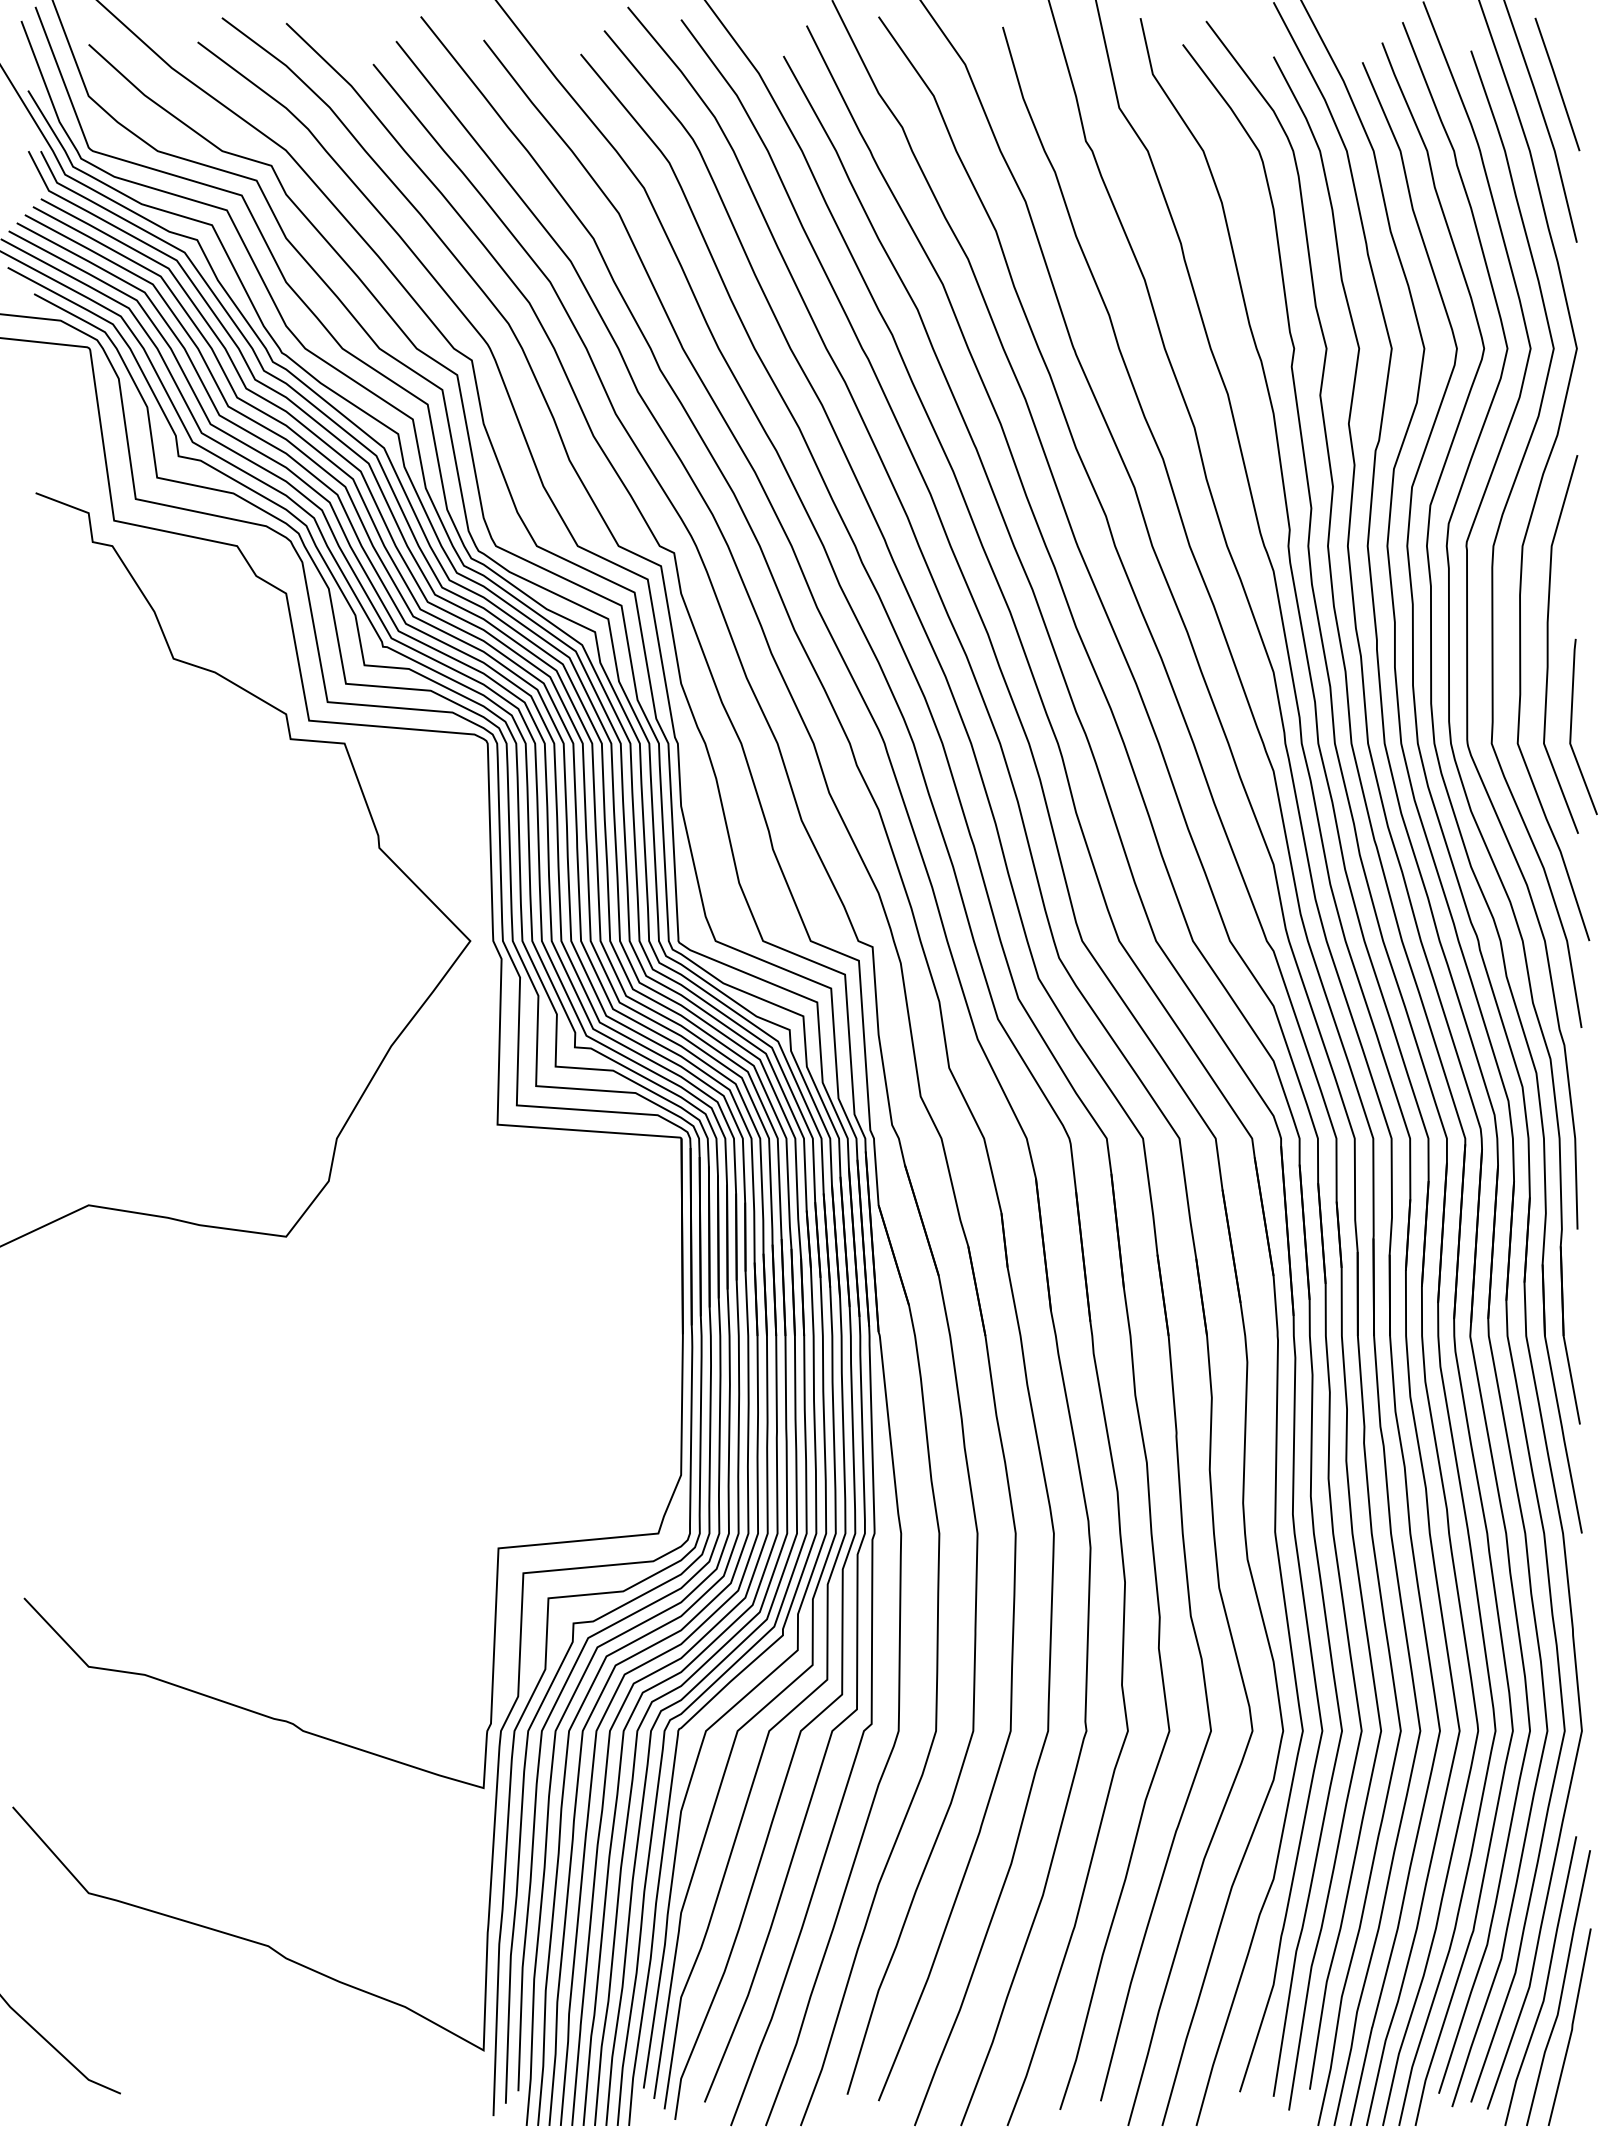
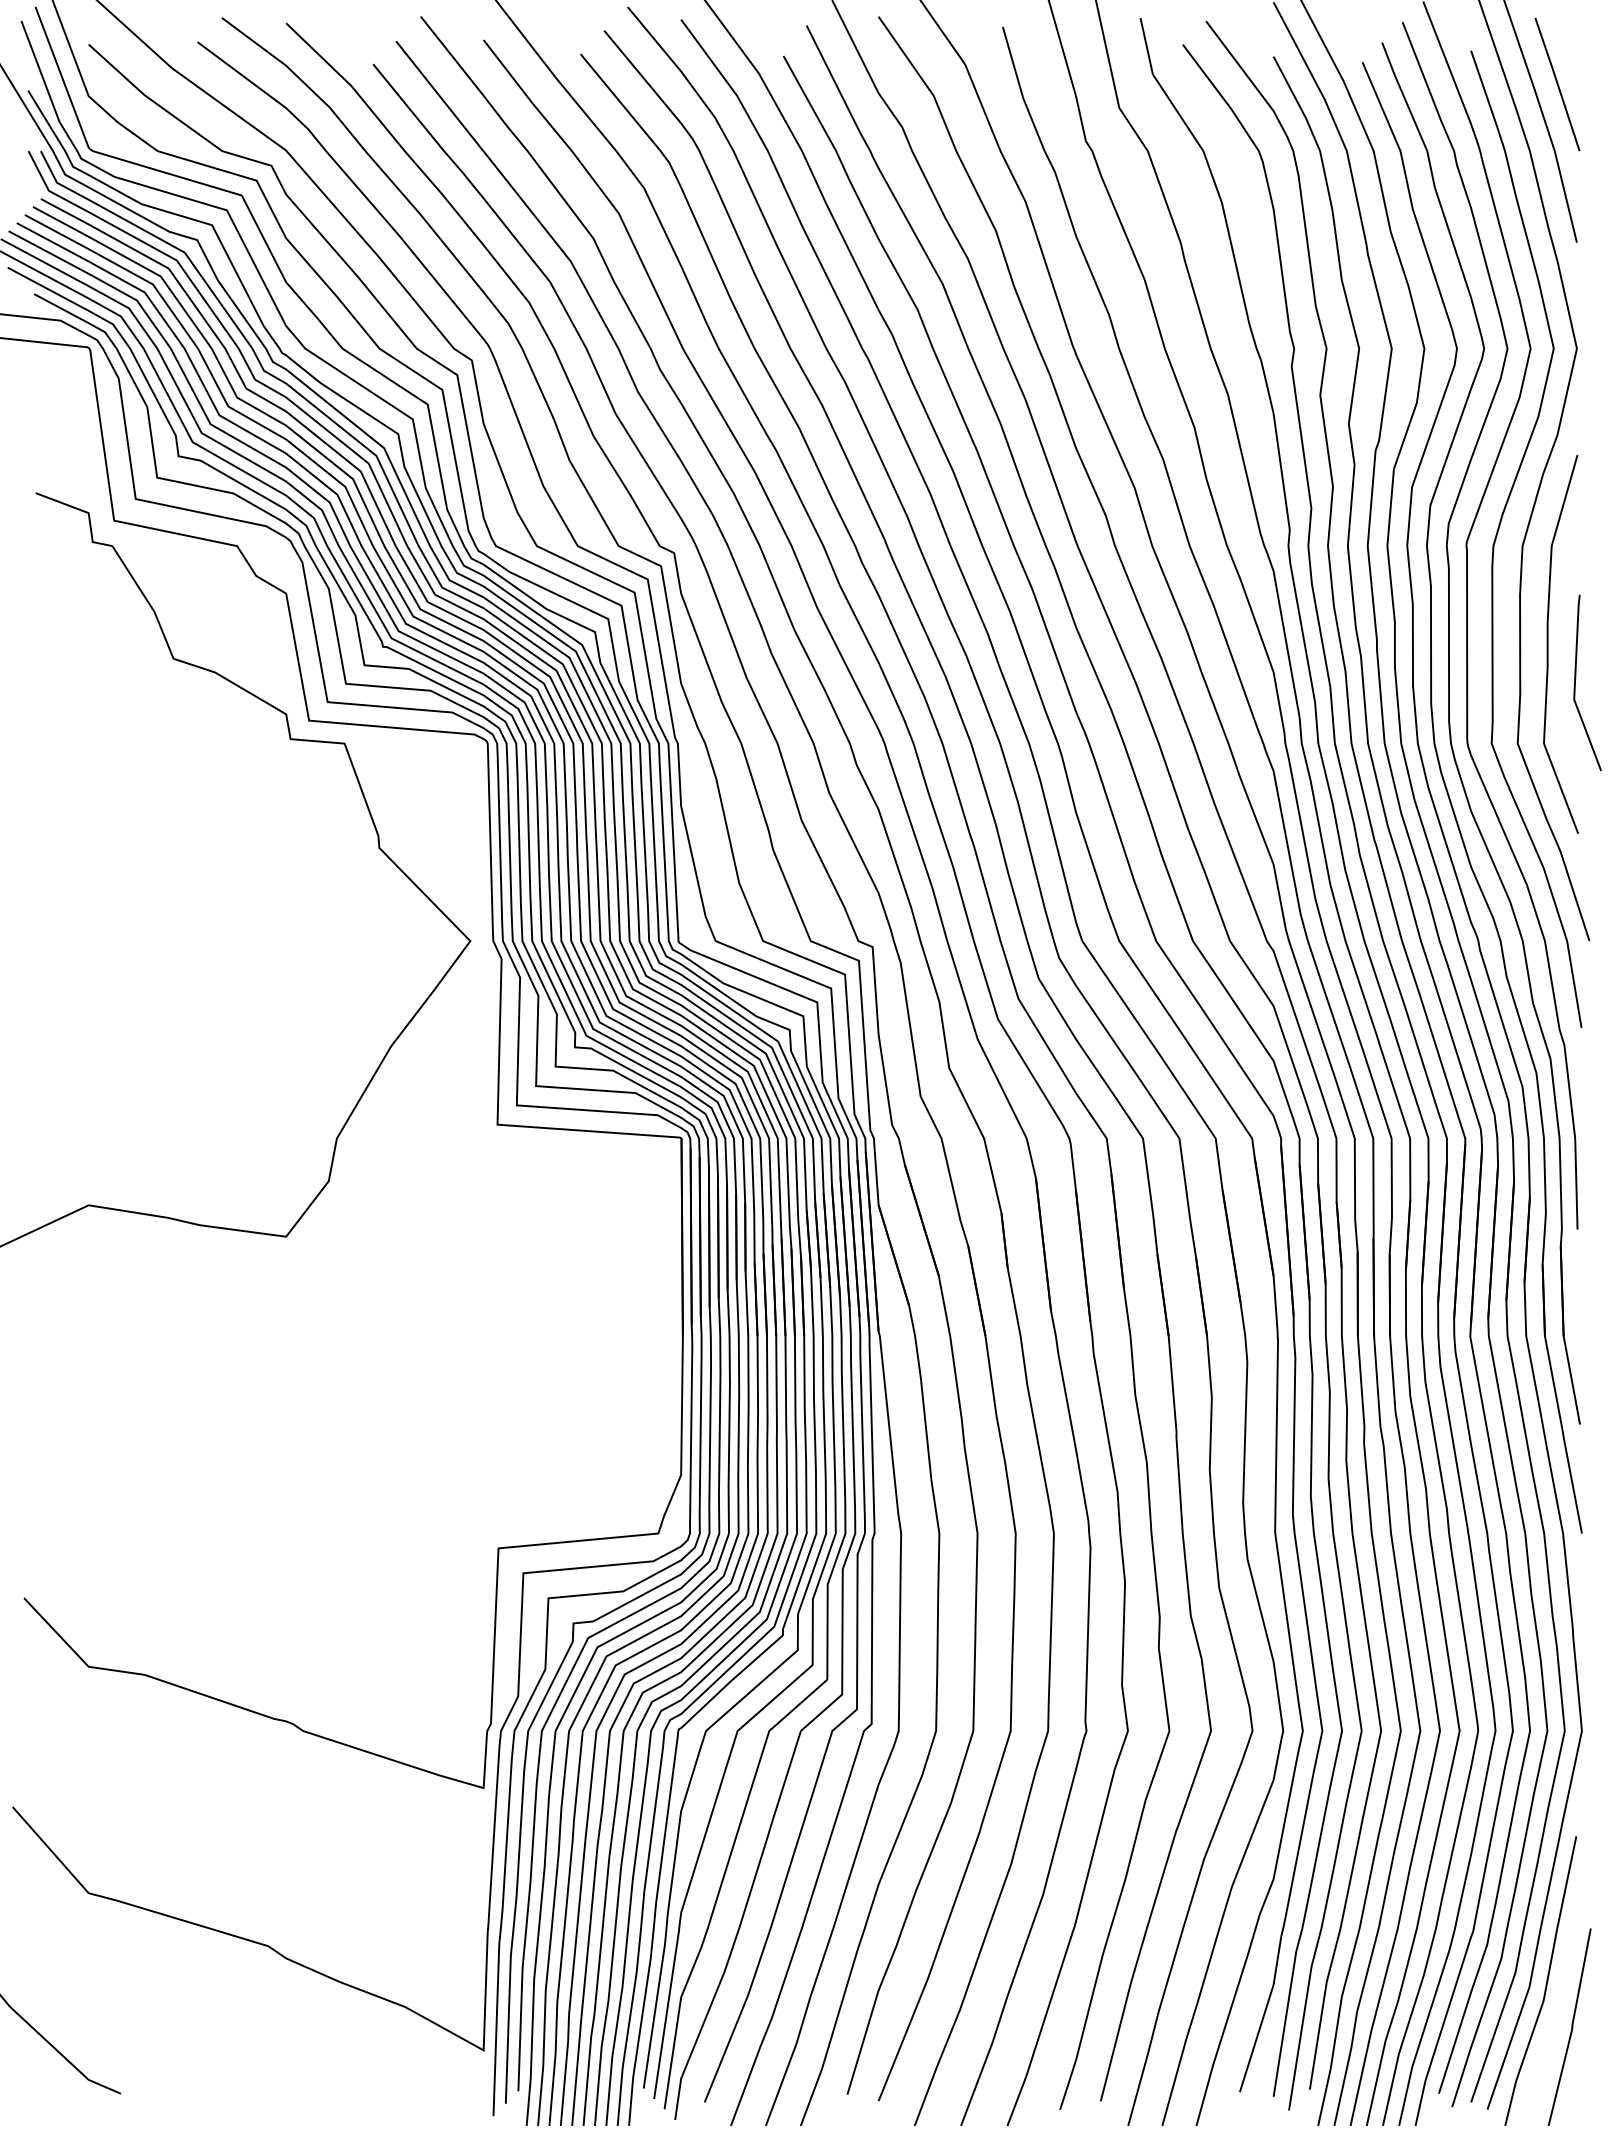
line at (1572, 722) position: (1572, 722) -> (1576, 678)
line at (1561, 1988): present -> none
